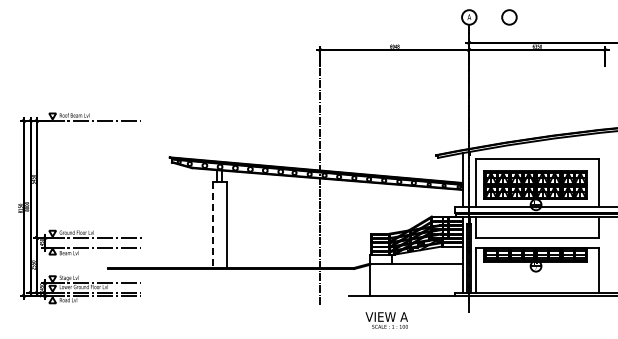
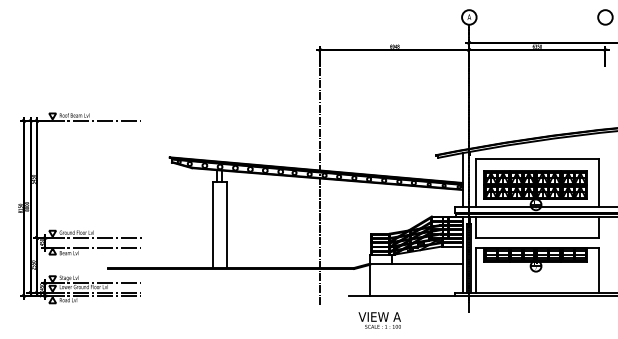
circle at (509, 17) position: (509, 17) -> (605, 17)
line at (212, 225): dashed -> solid
text at (386, 320) position: (386, 320) -> (379, 320)
